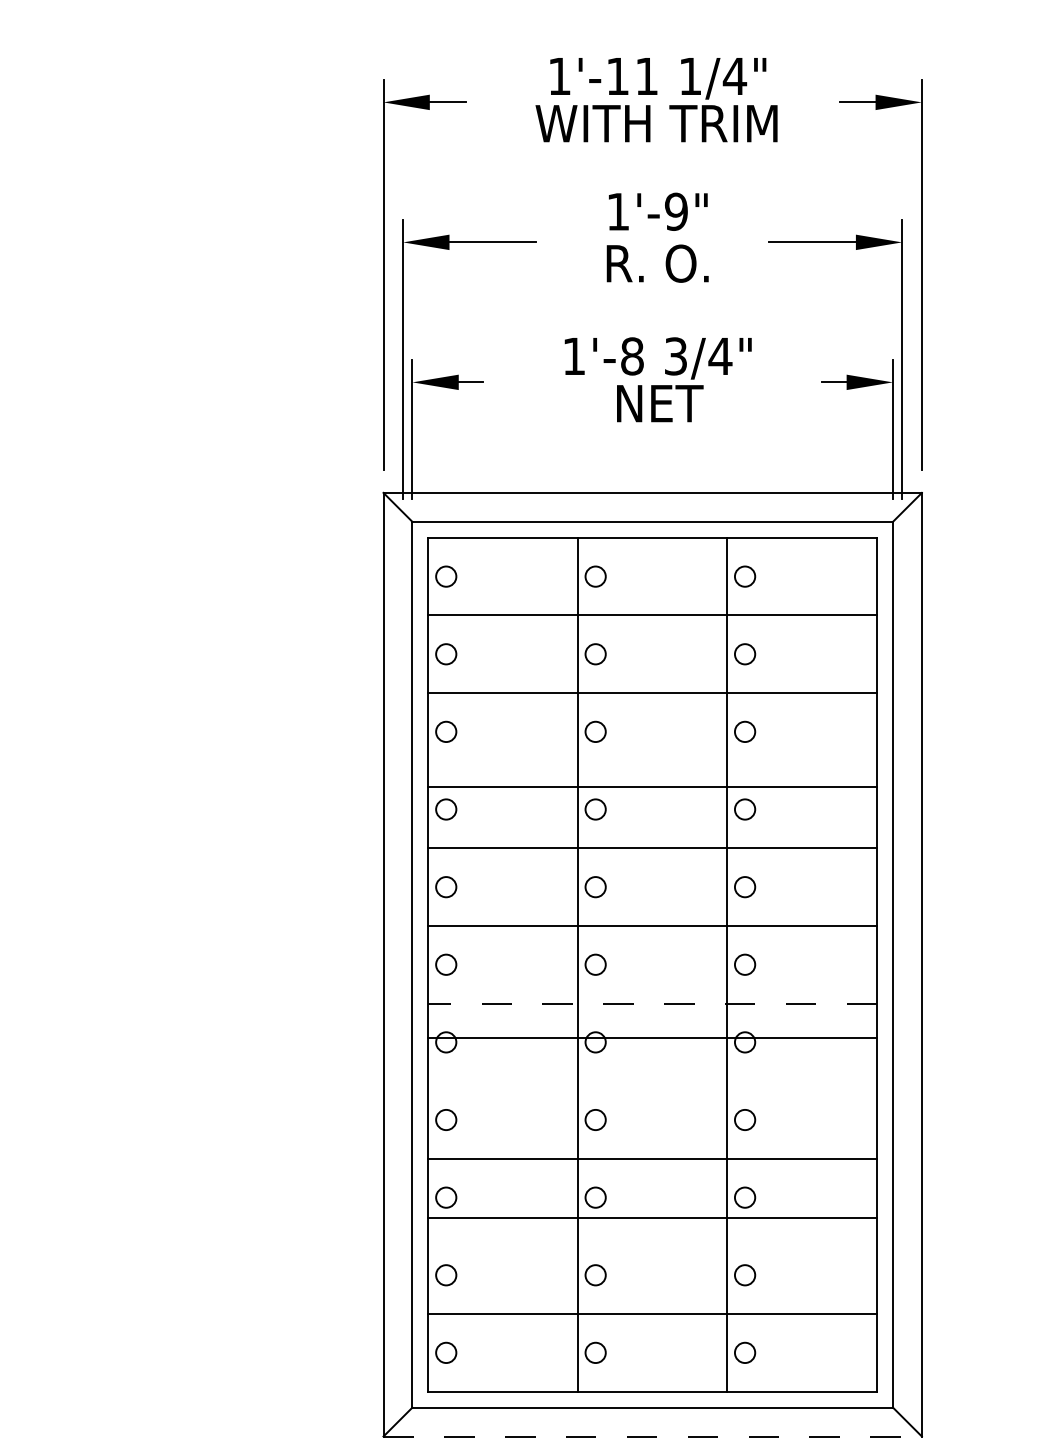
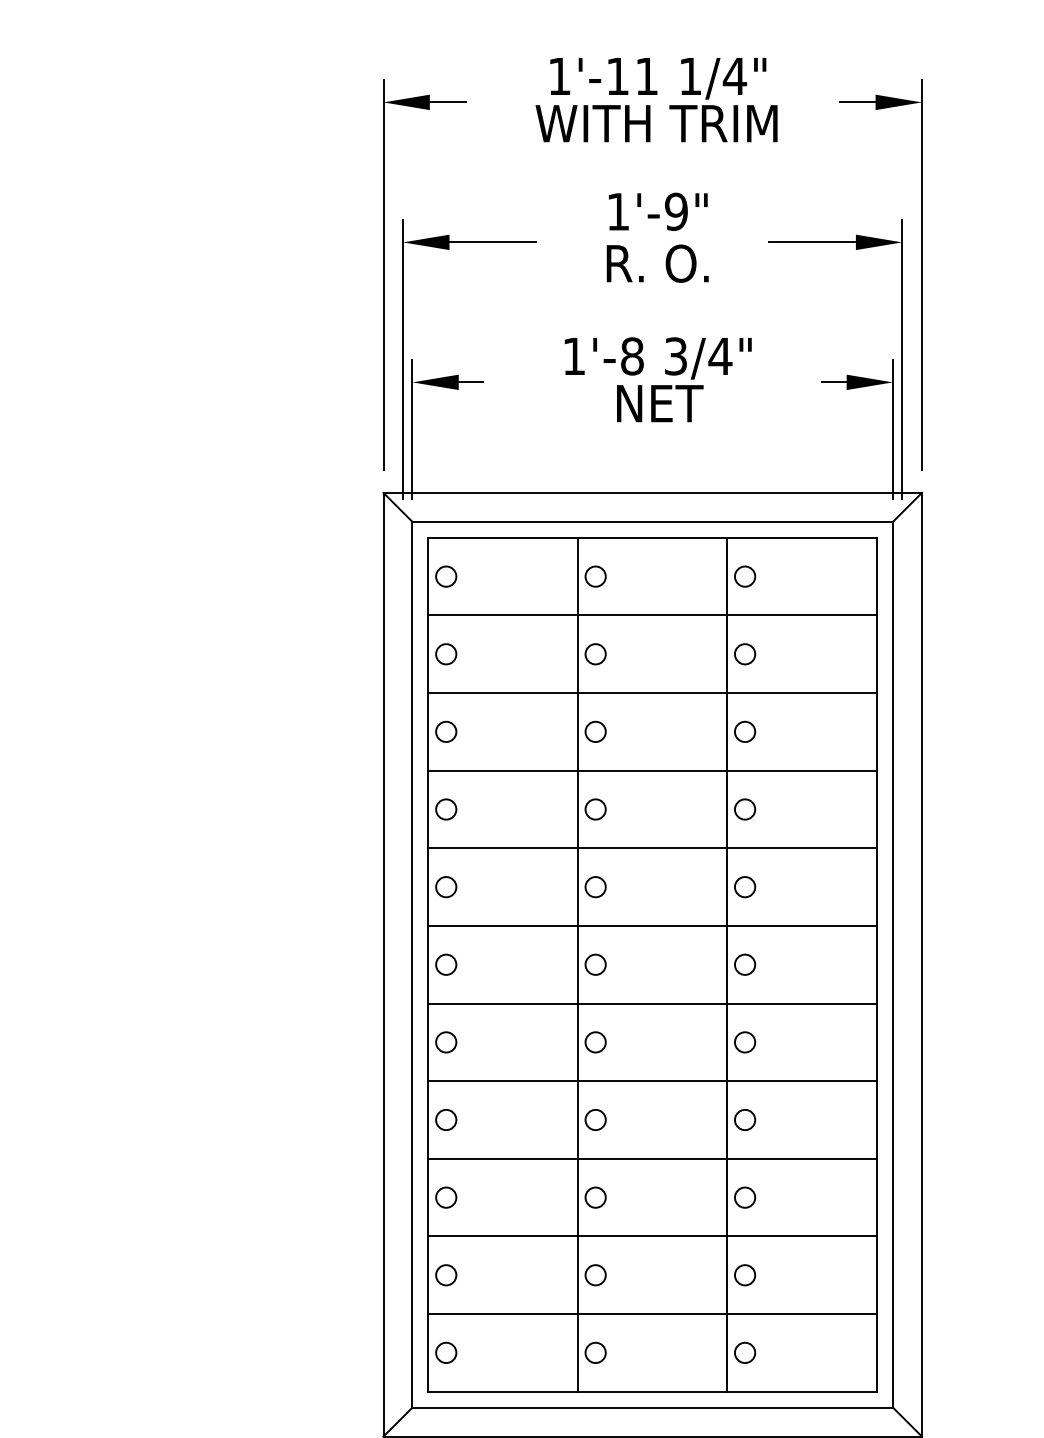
line at (652, 786) position: (652, 786) -> (652, 770)
line at (652, 1003): dashed -> solid
line at (652, 1038) position: (652, 1038) -> (652, 1081)
line at (652, 1218) position: (652, 1218) -> (652, 1236)
line at (653, 1436): dashed -> solid
